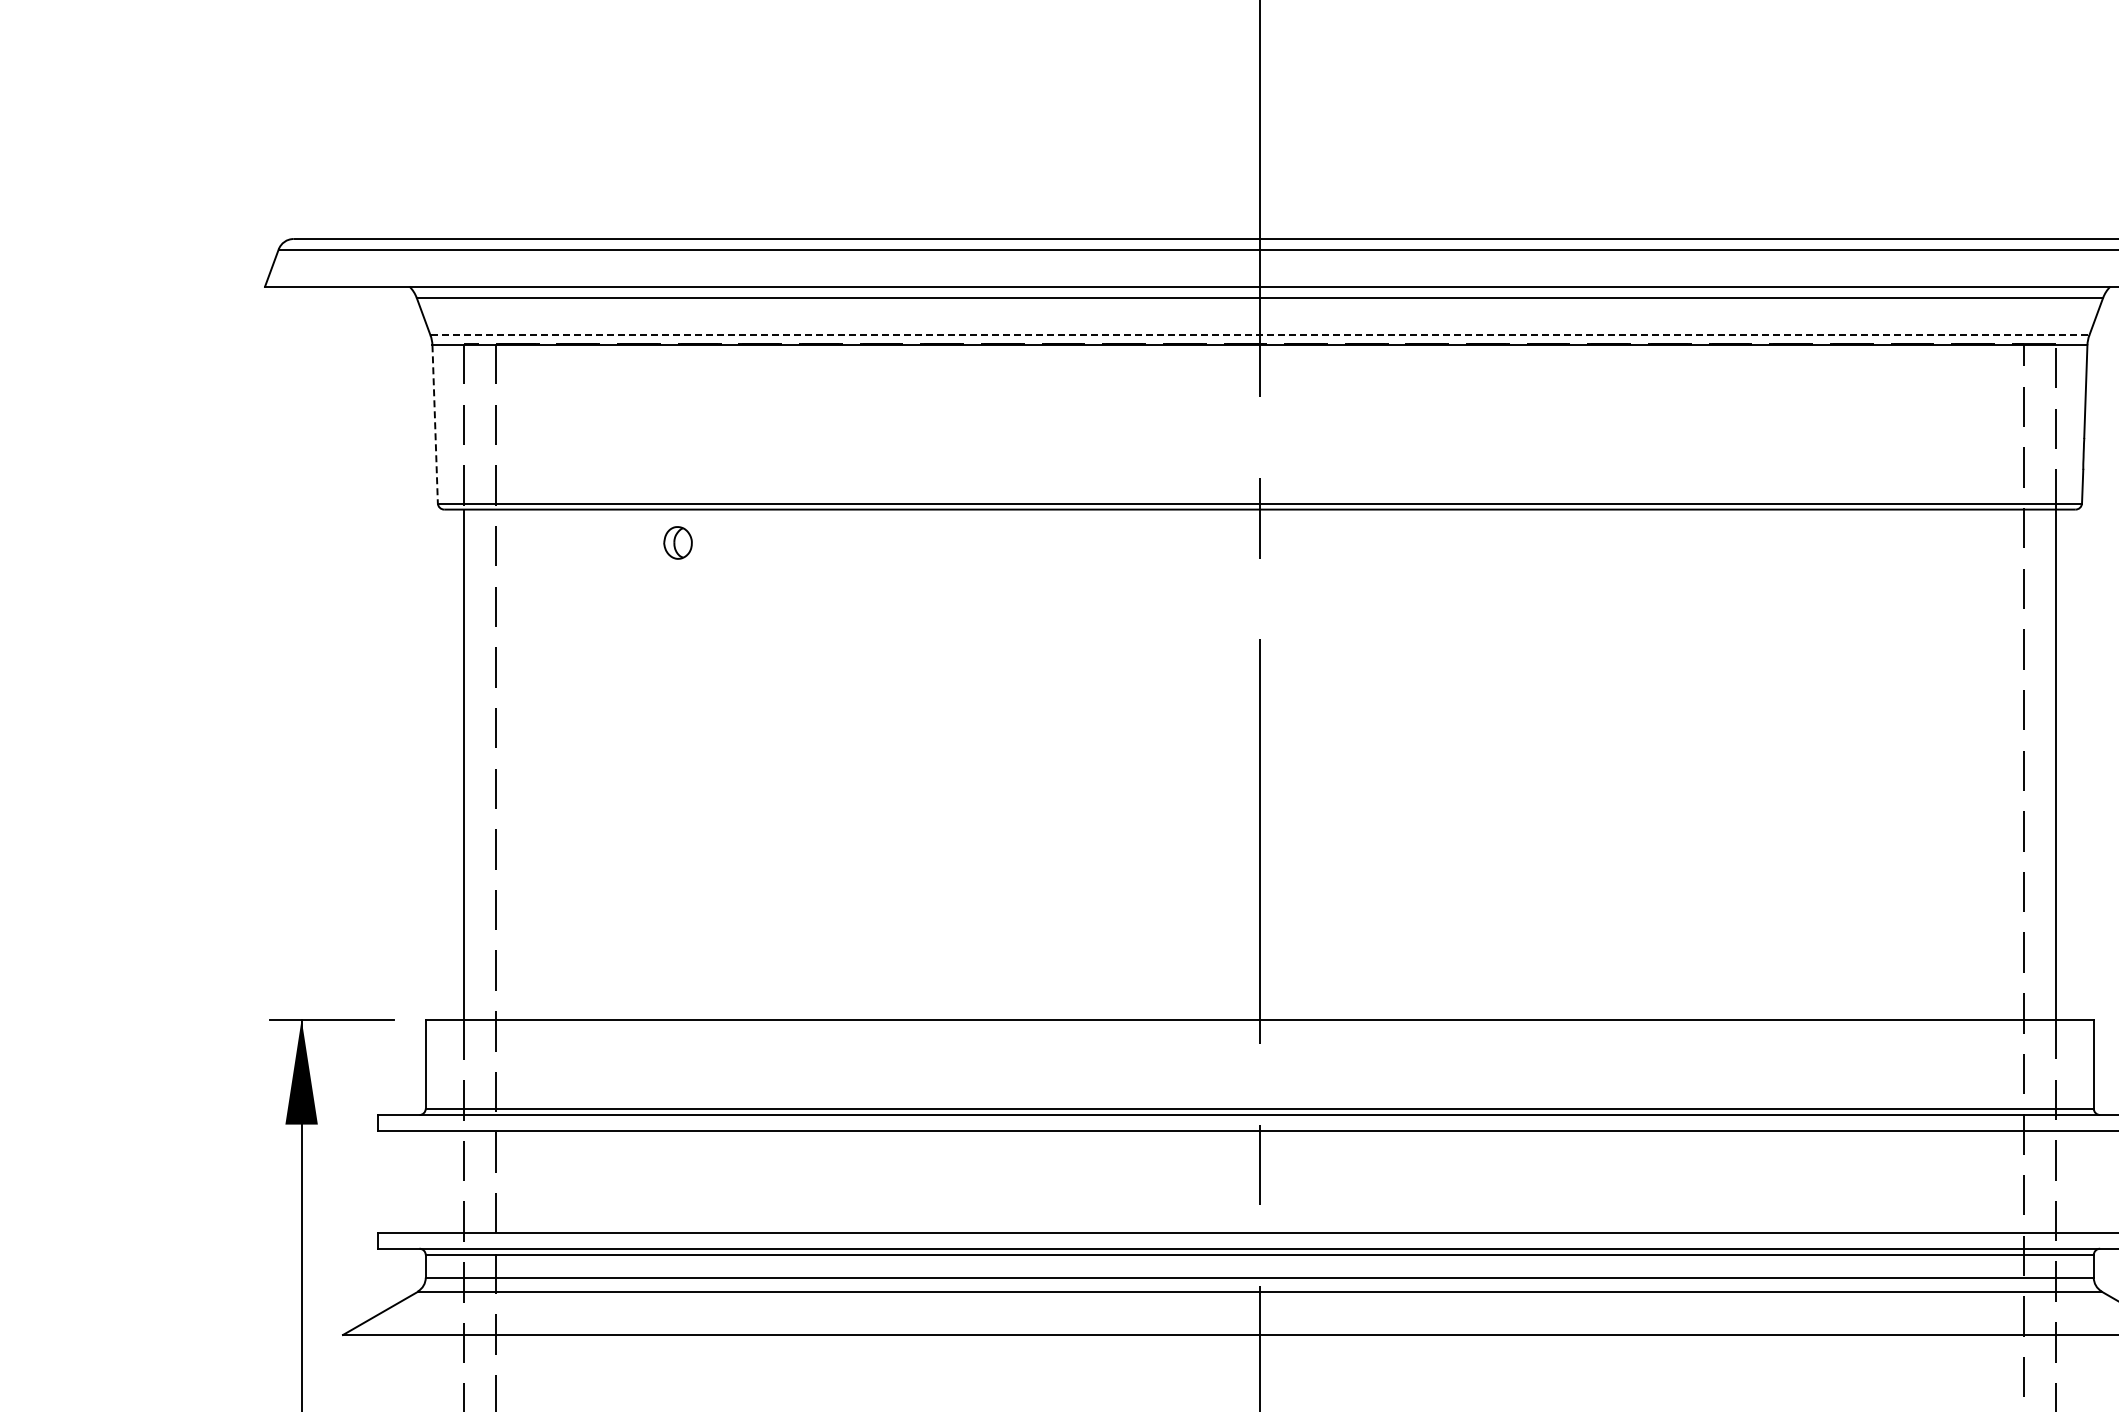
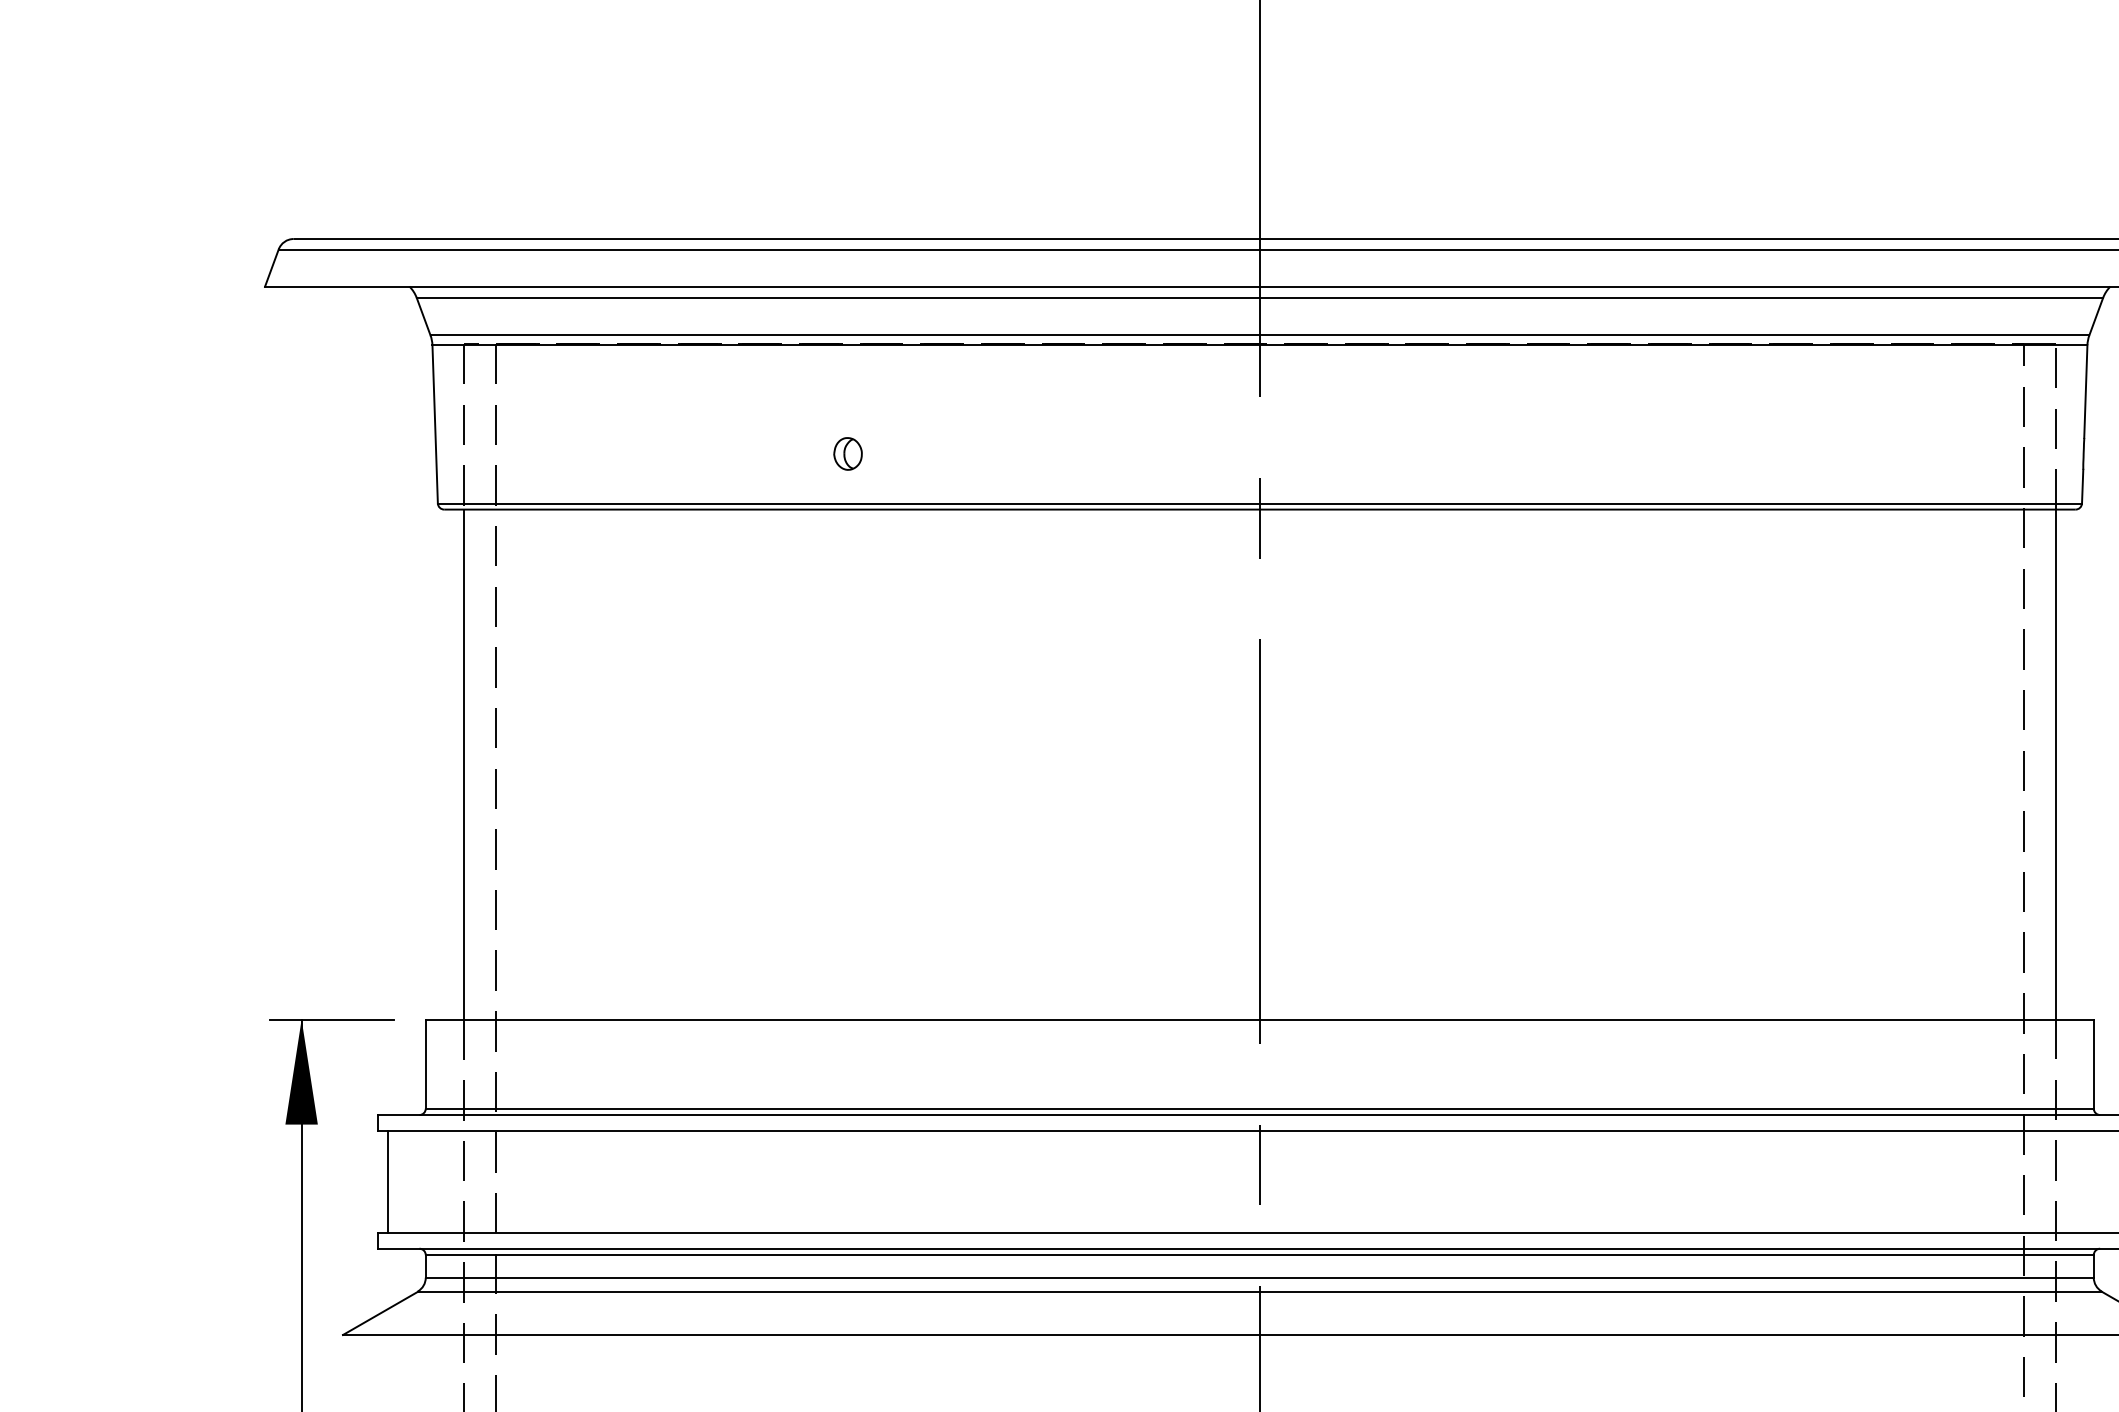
line at (1260, 335): dashed -> solid
line at (435, 424): dashed -> solid
part at (677, 542) position: (677, 542) -> (847, 453)
line at (387, 1181): none -> present
